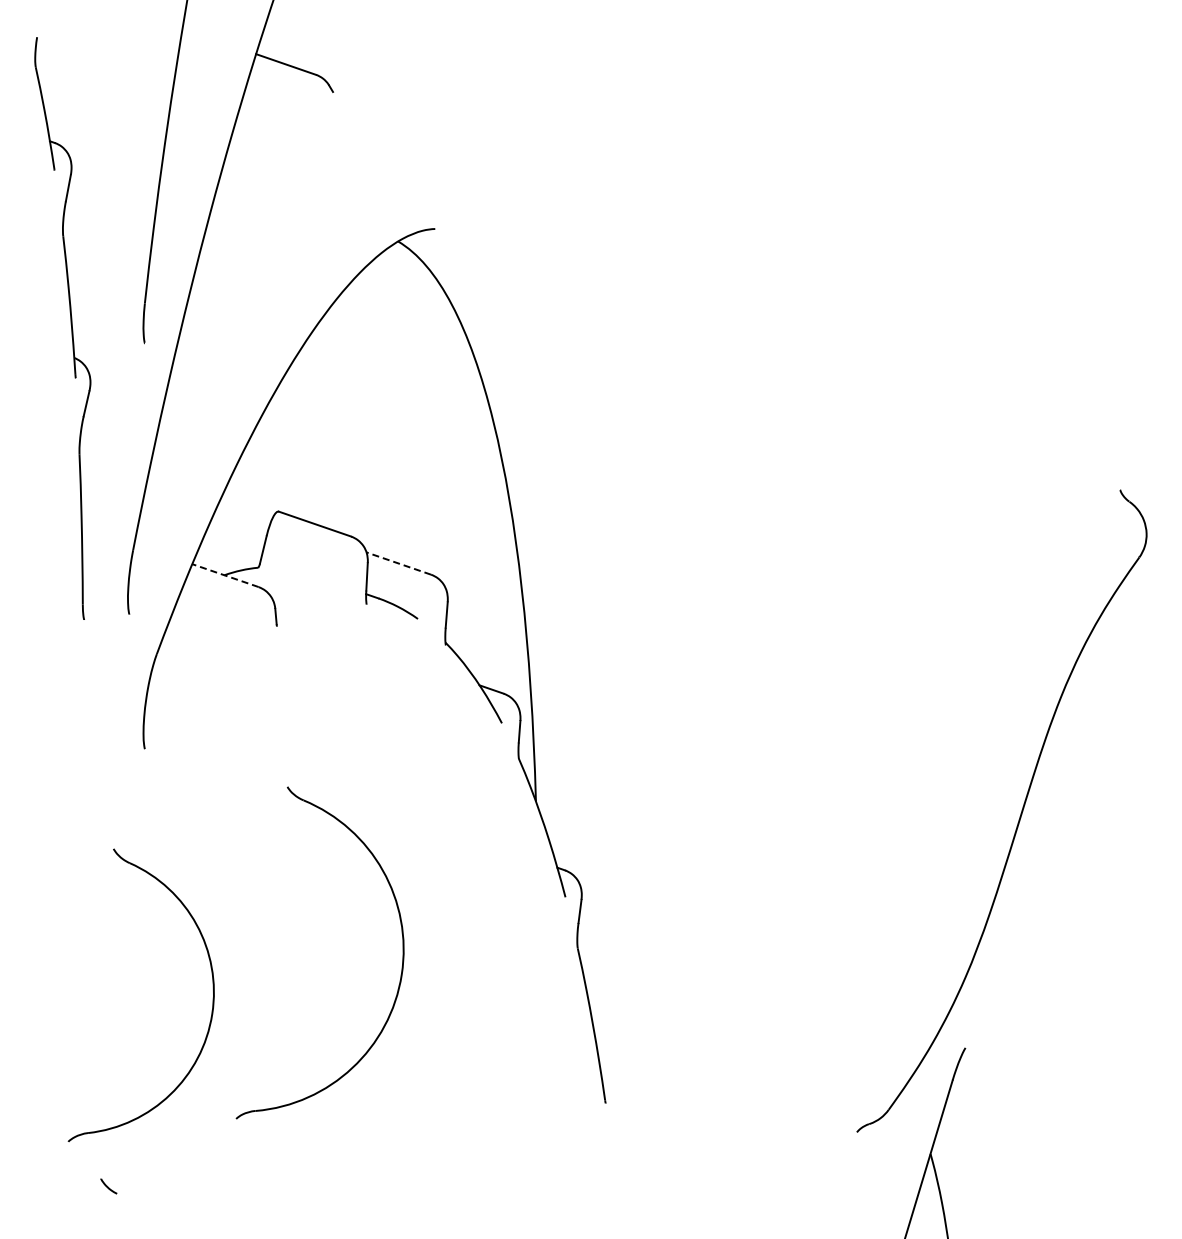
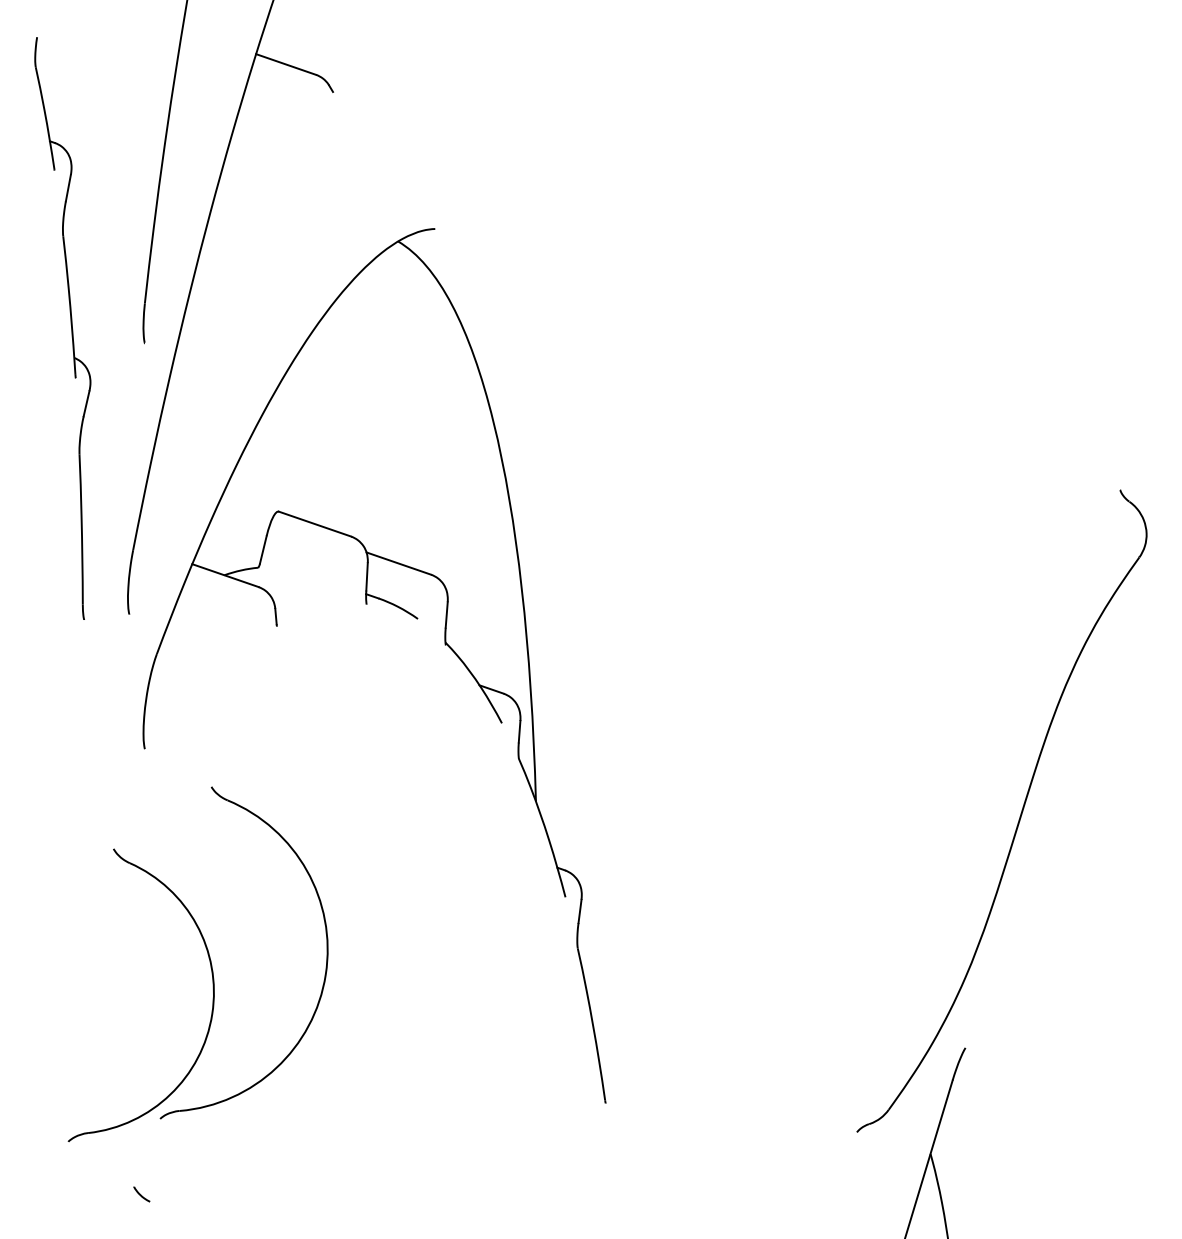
line at (398, 563): dashed -> solid
line at (225, 575): dashed -> solid
part at (402, 952) position: (402, 952) -> (326, 952)
line at (108, 1186) position: (108, 1186) -> (141, 1194)
